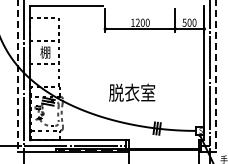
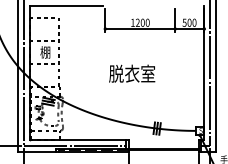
line at (17, 76): dashed -> solid
line at (216, 76): dashed -> solid
text at (132, 92) position: (132, 92) -> (132, 73)
